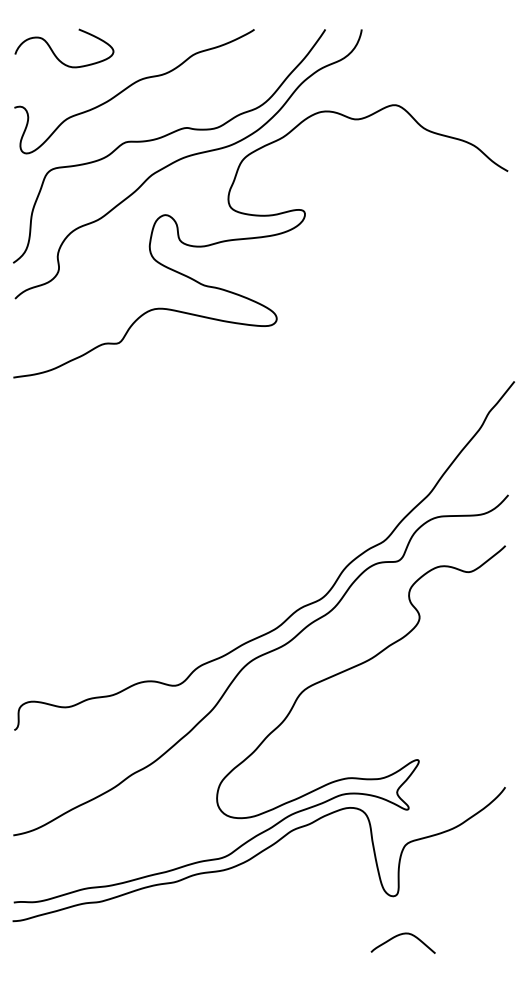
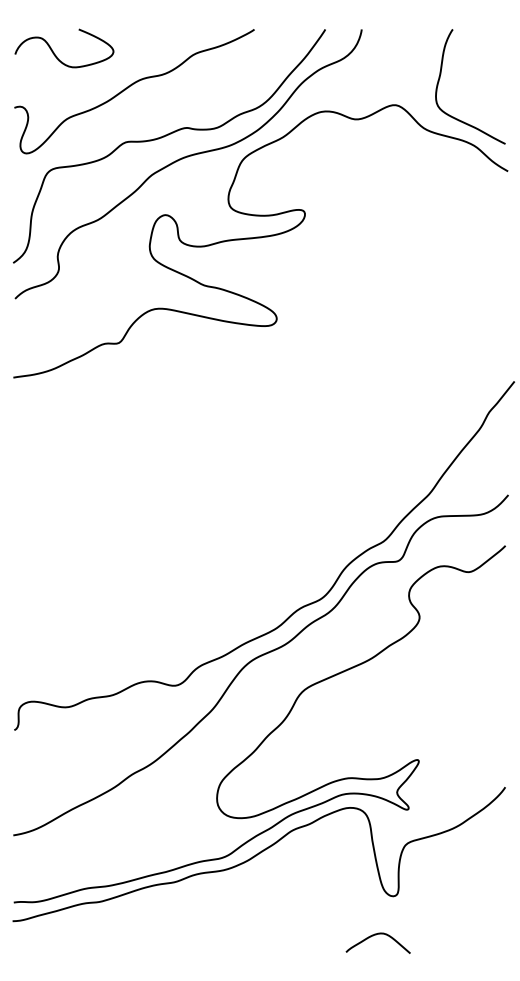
curve at (440, 78): none -> present
curve at (401, 935) position: (401, 935) -> (376, 935)
